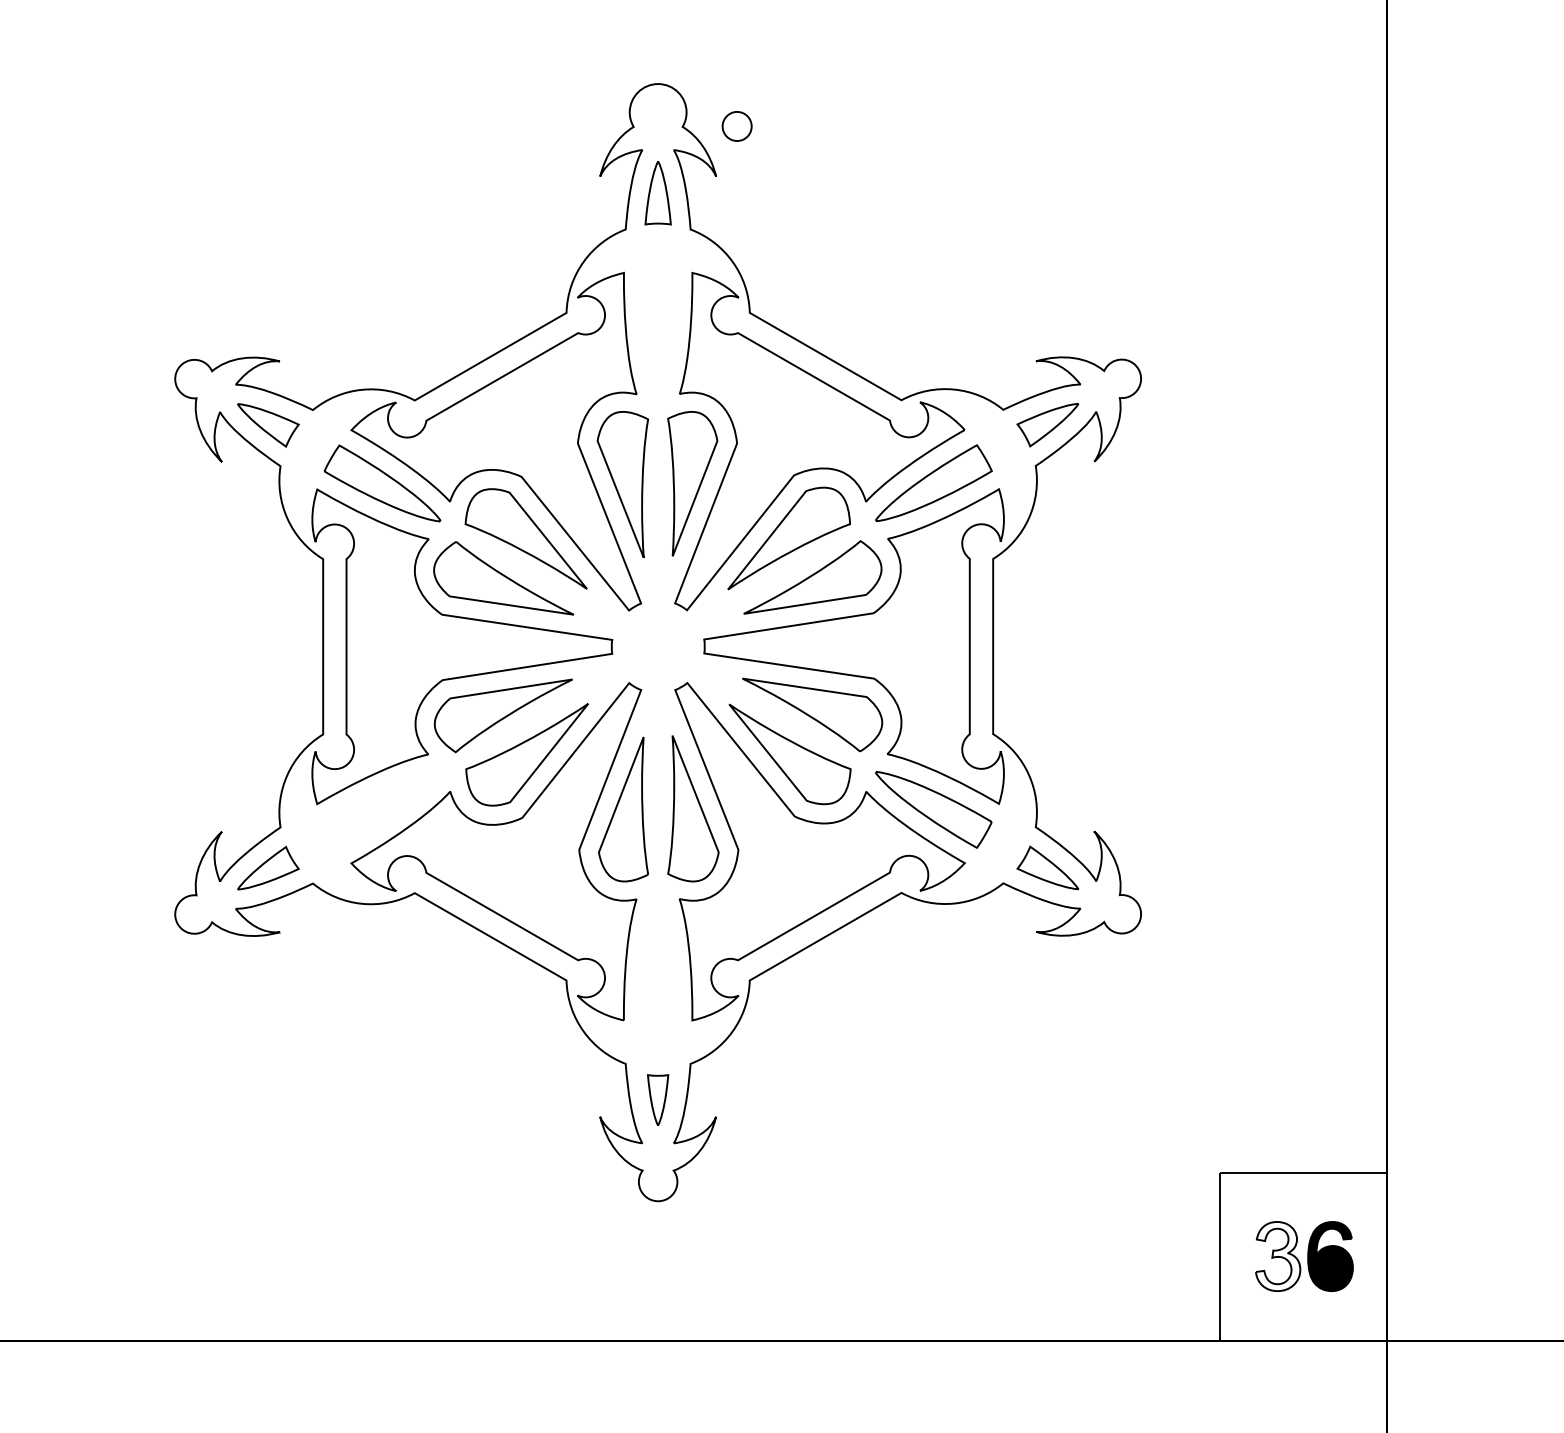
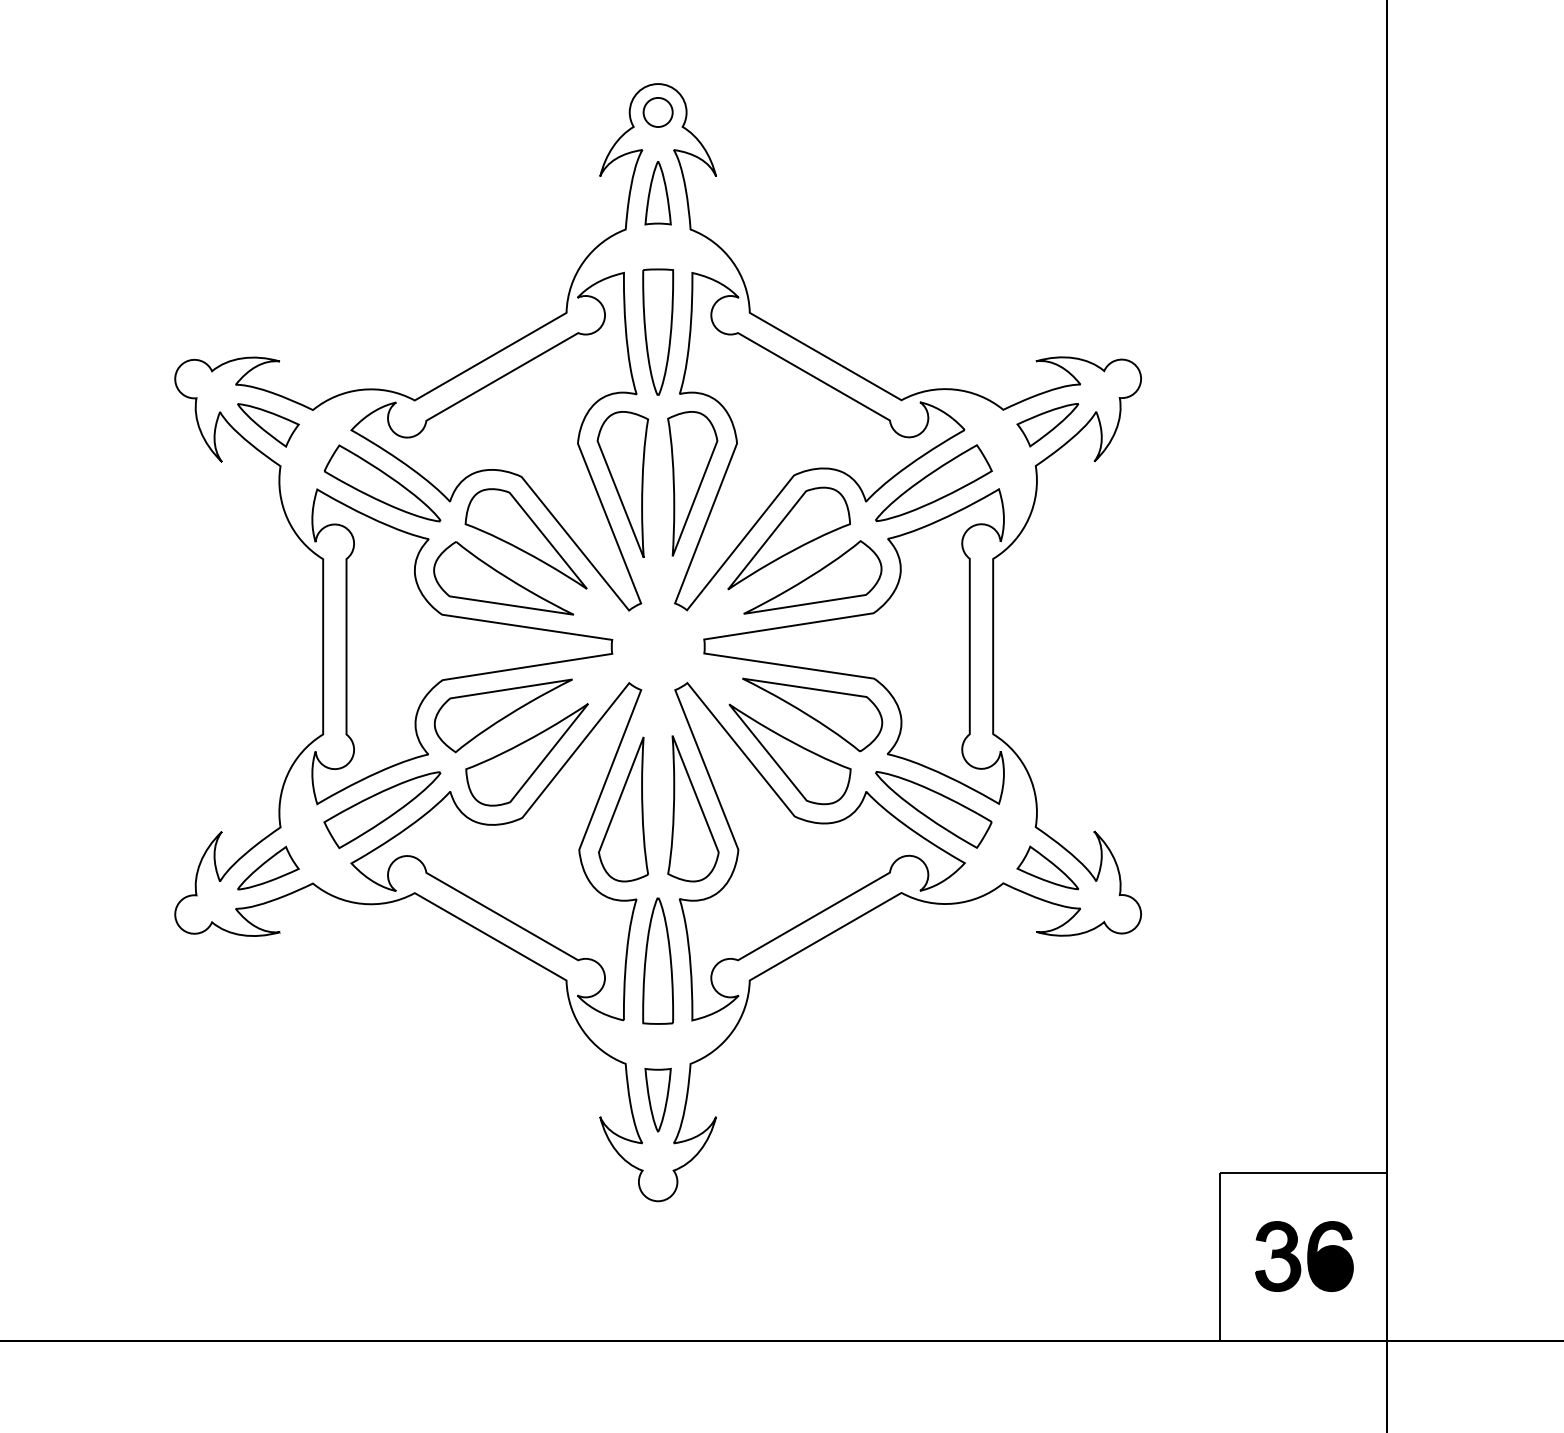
part at (736, 126) position: (736, 126) -> (657, 112)
part at (658, 331): none -> present
part at (382, 810): none -> present
part at (657, 960): none -> present
part at (658, 1099) size: 23x52 px -> 28x66 px
fill at (1277, 1256): none -> present
